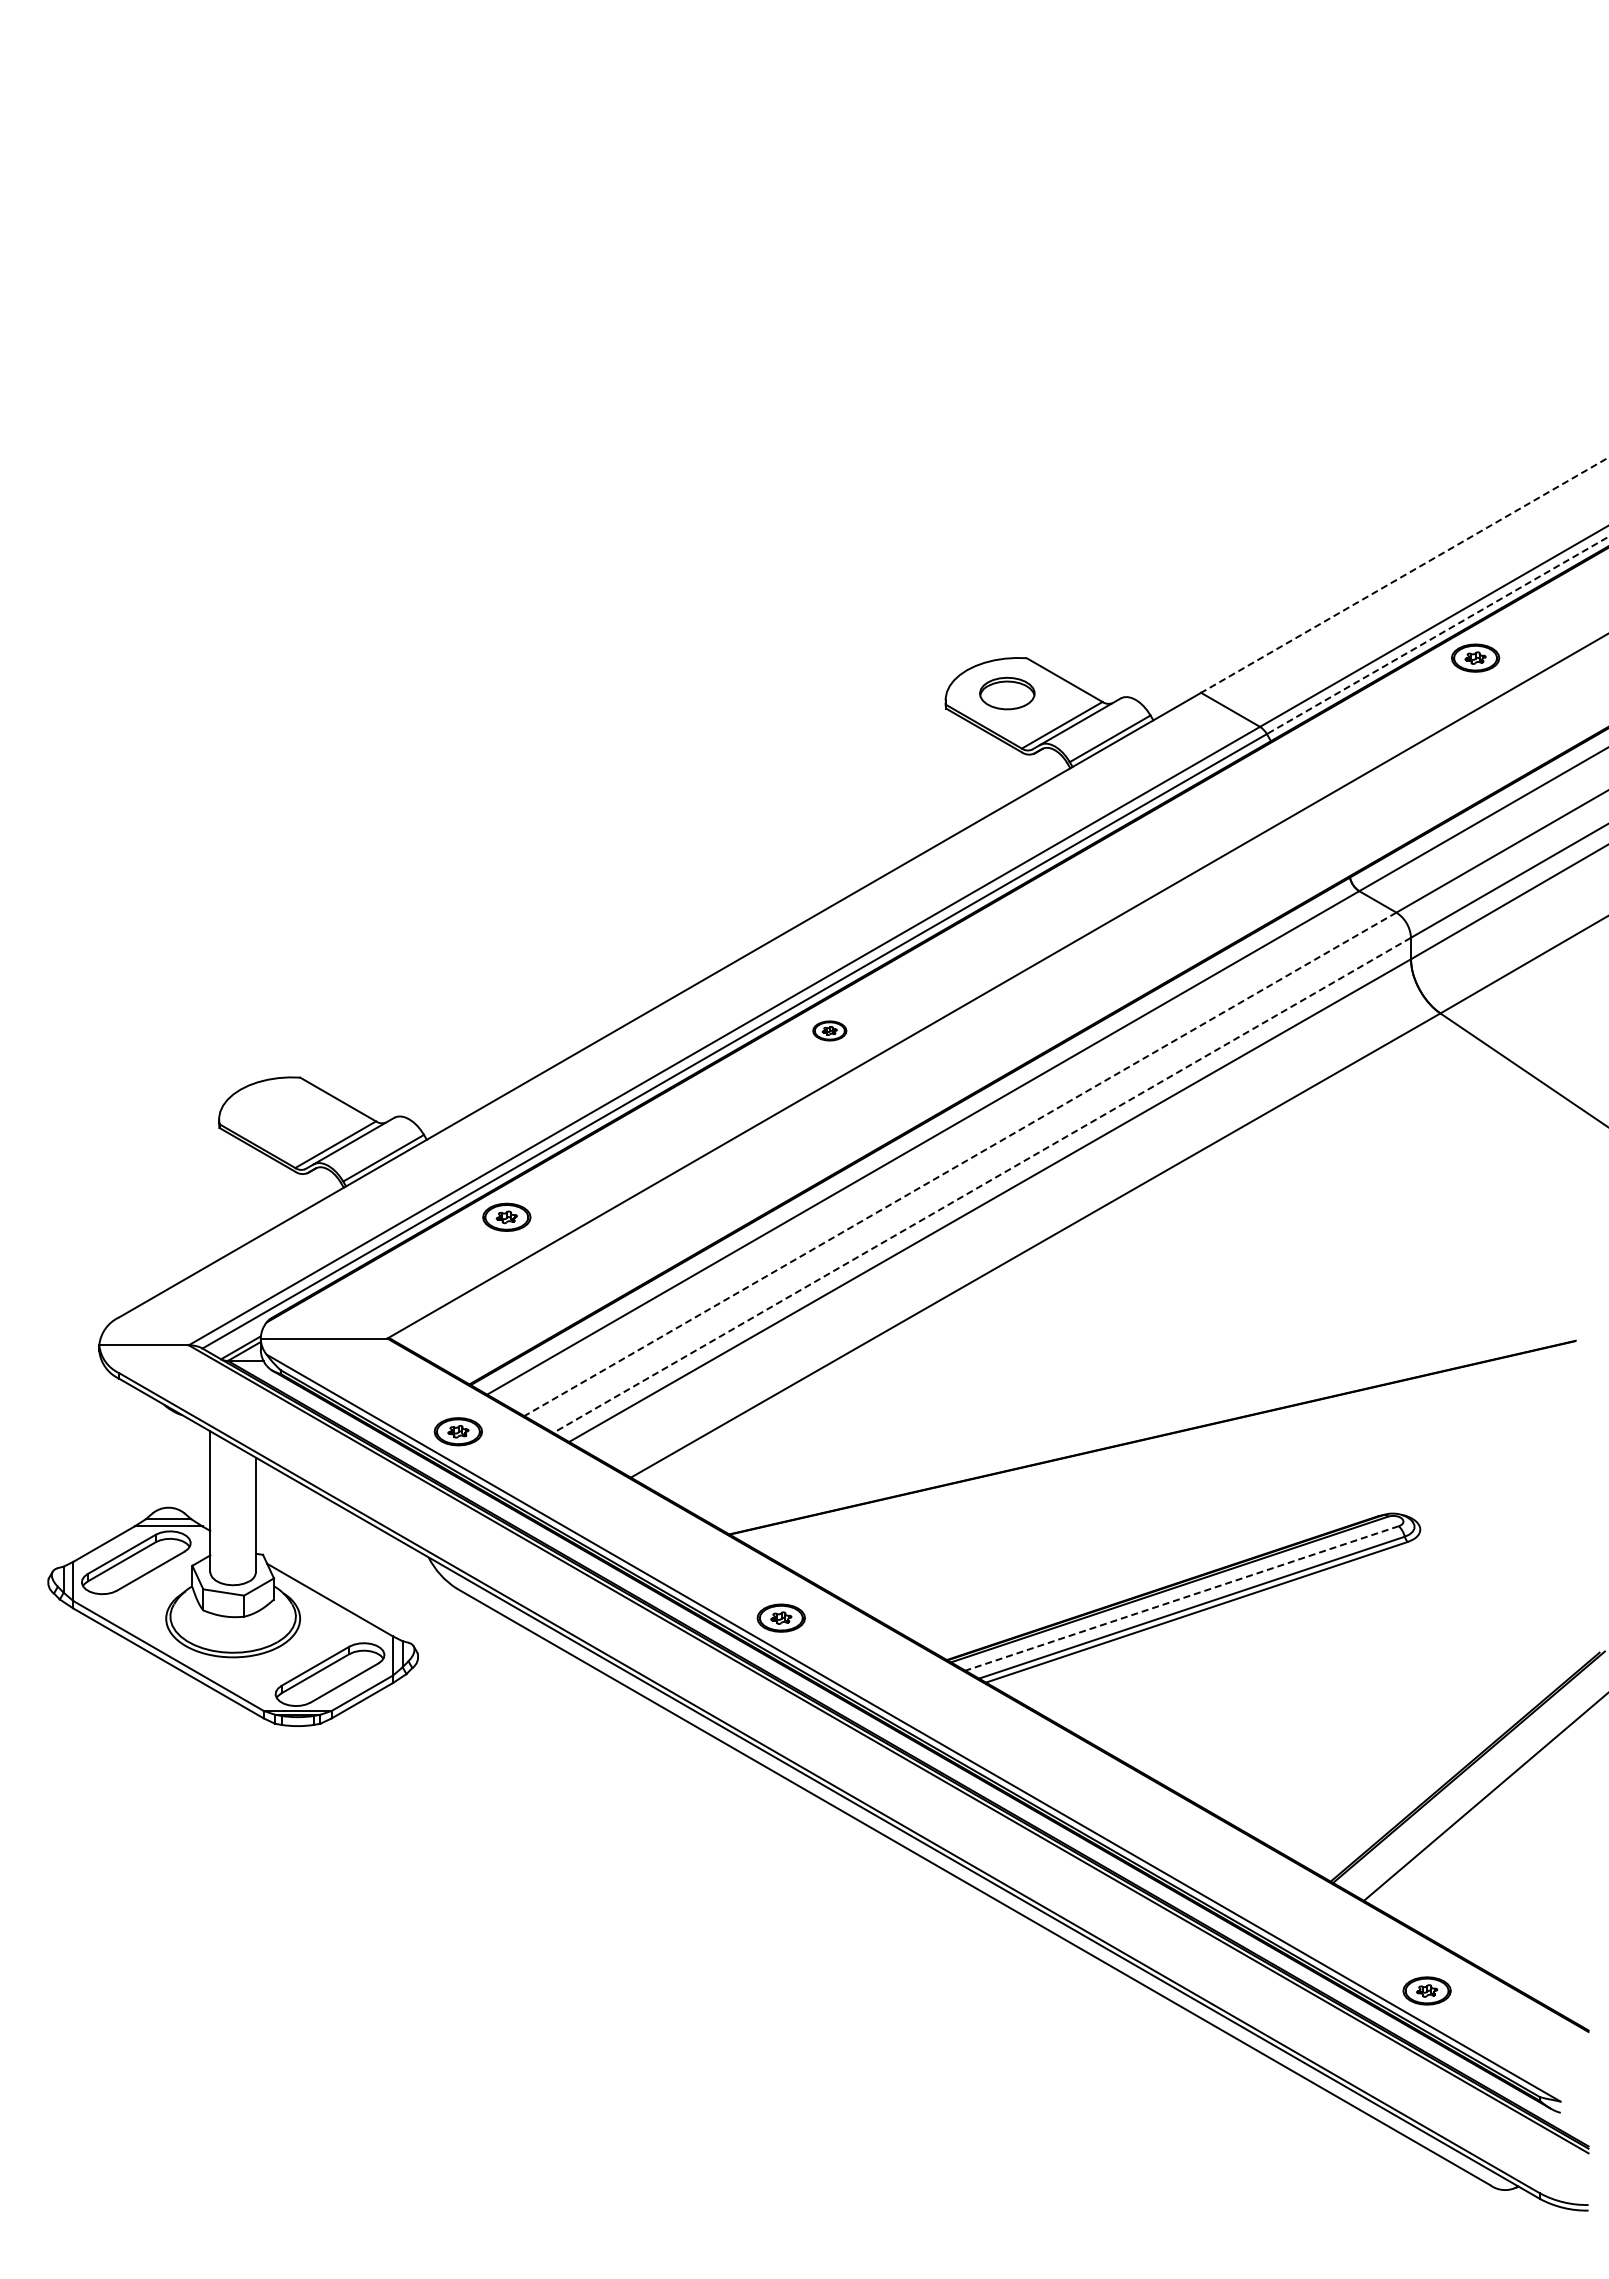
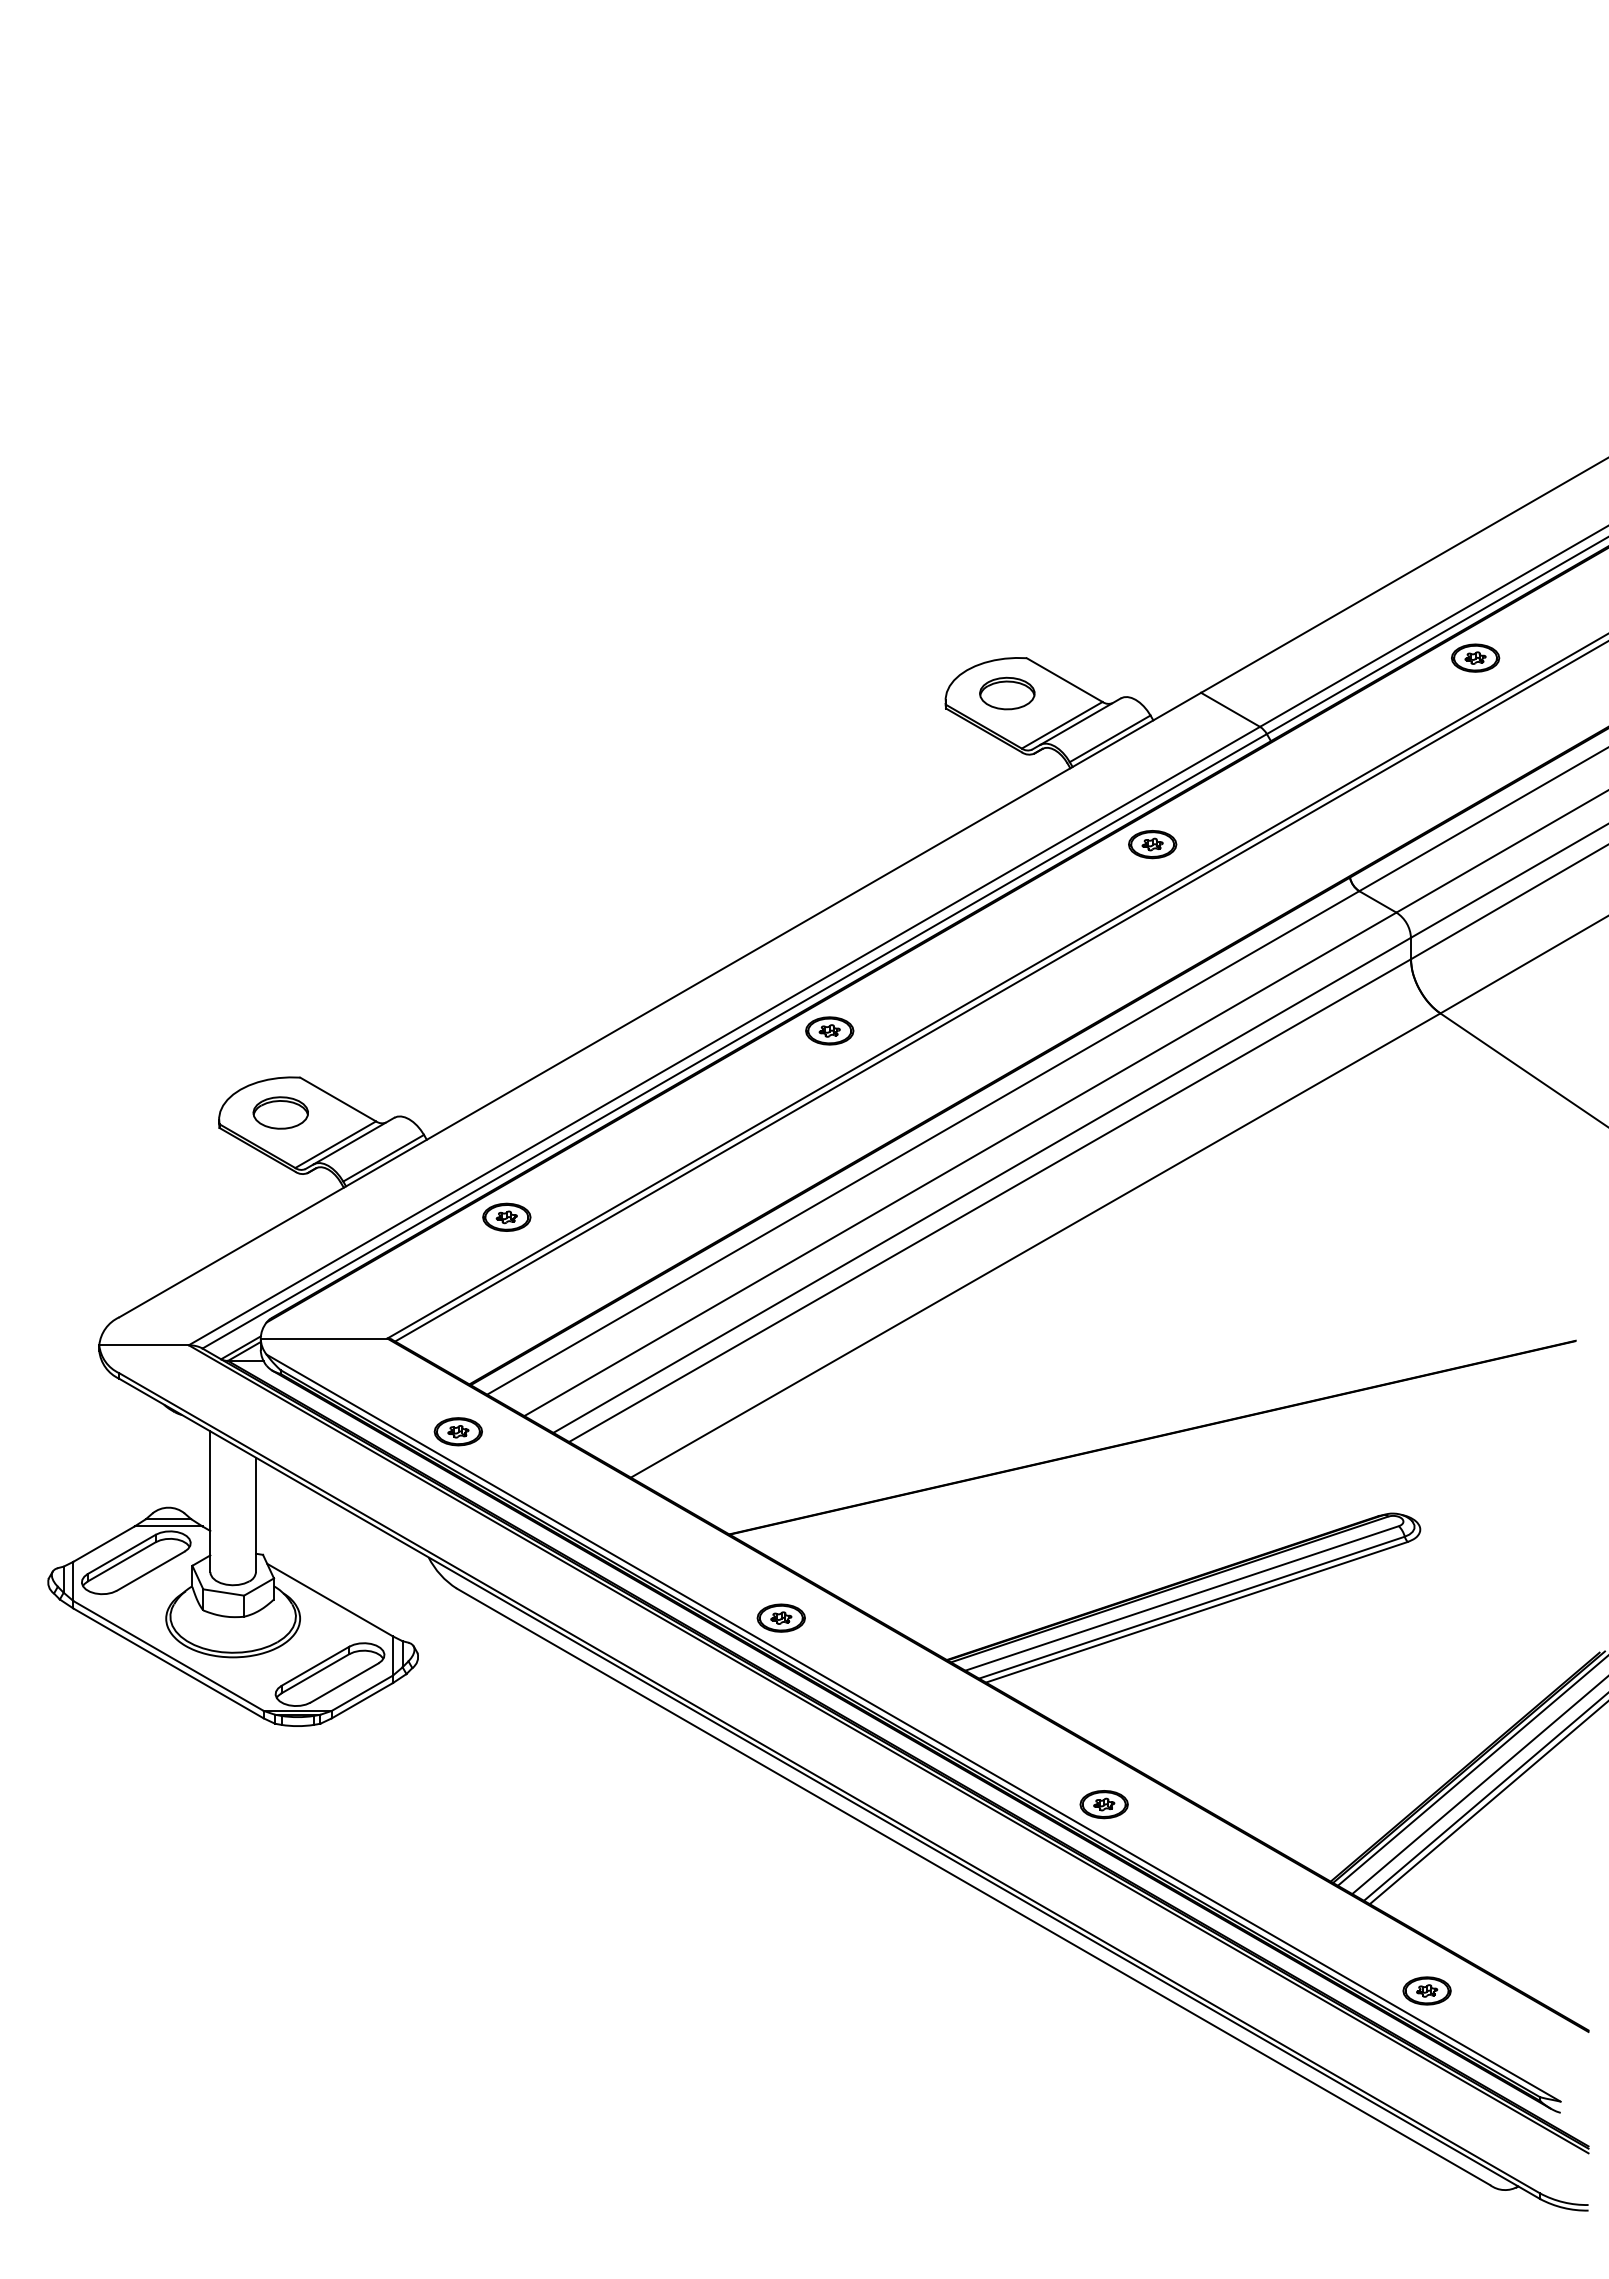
line at (1404, 575): dashed -> solid
line at (1437, 635): dashed -> solid
part at (1152, 844): none -> present
line at (1000, 991): none -> present
part at (829, 1030) size: 36x22 px -> 50x30 px
part at (280, 1112): none -> present
line at (959, 1164): dashed -> solid
line at (981, 1185): dashed -> solid
line at (1181, 1598): dashed -> solid
line at (1471, 1771): none -> present
line at (1478, 1786): none -> present
line at (1487, 1803): none -> present
part at (1103, 1804): none -> present
